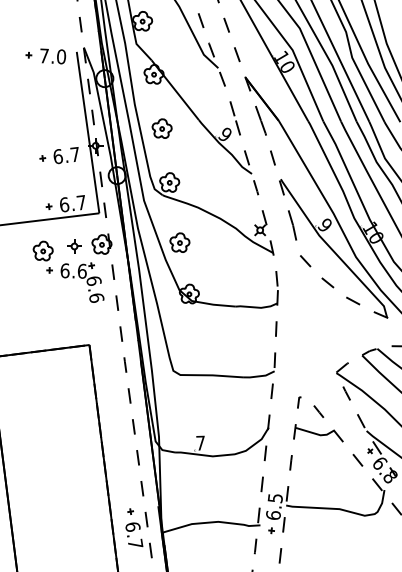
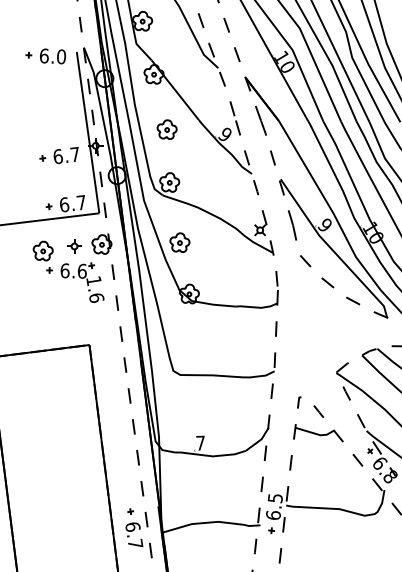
text at (44, 55): 7.0 -> 6.0
part at (161, 128) position: (161, 128) -> (166, 129)
text at (93, 280): 6.6 -> 1.6
